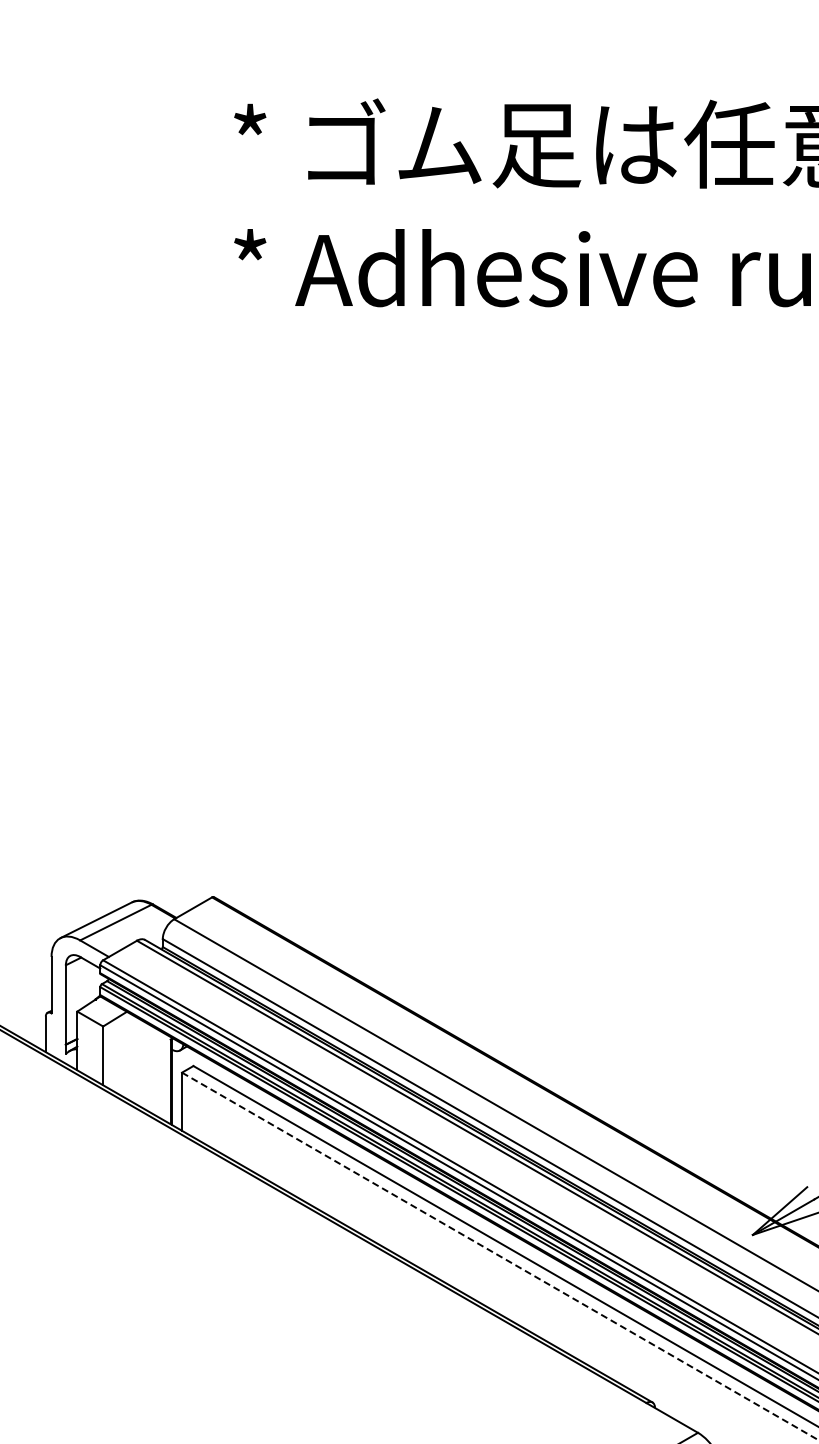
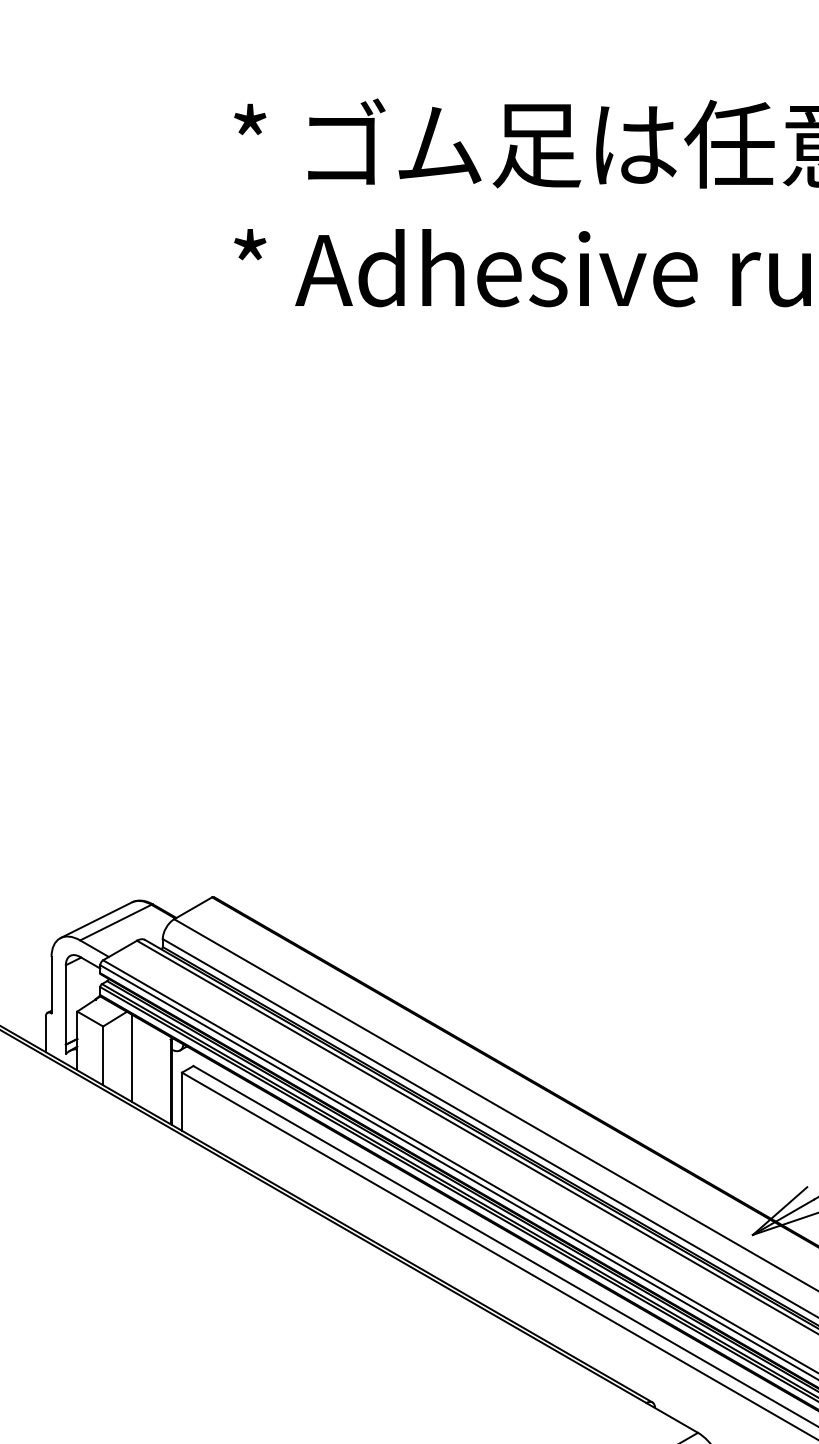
line at (131, 1057): none -> present
line at (500, 1256): dashed -> solid
